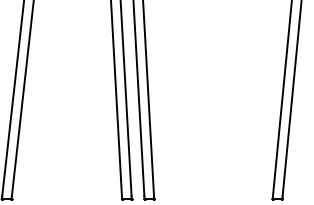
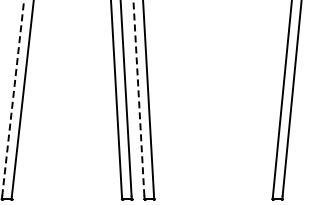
line at (13, 97): solid -> dashed
line at (138, 98): solid -> dashed
